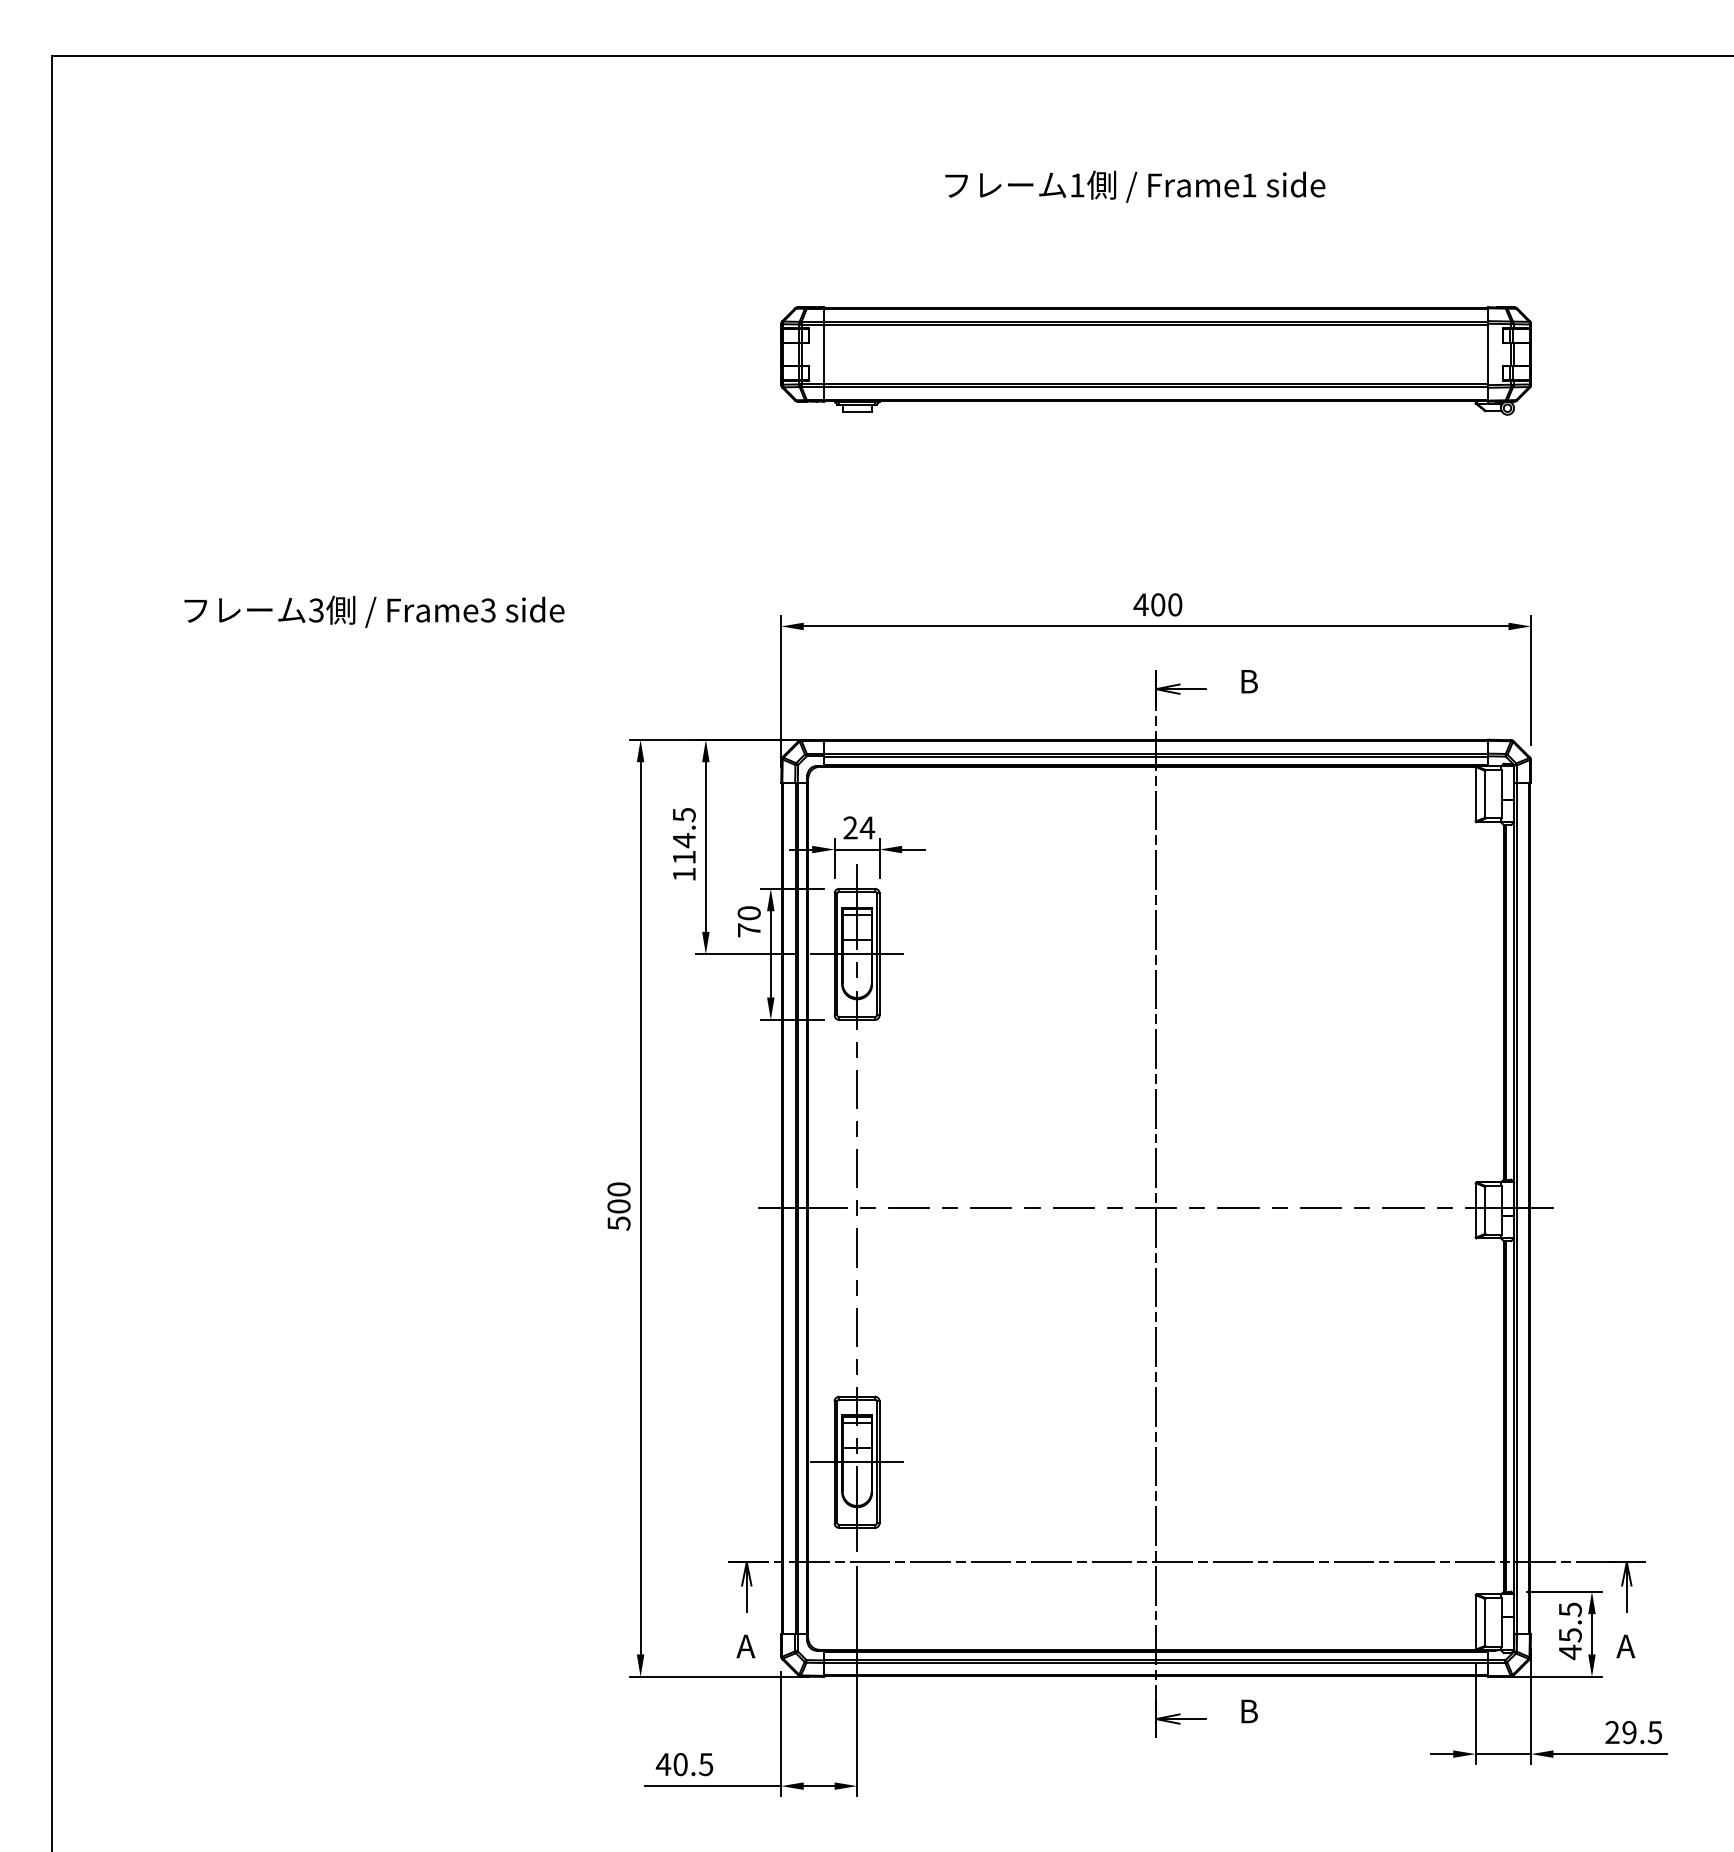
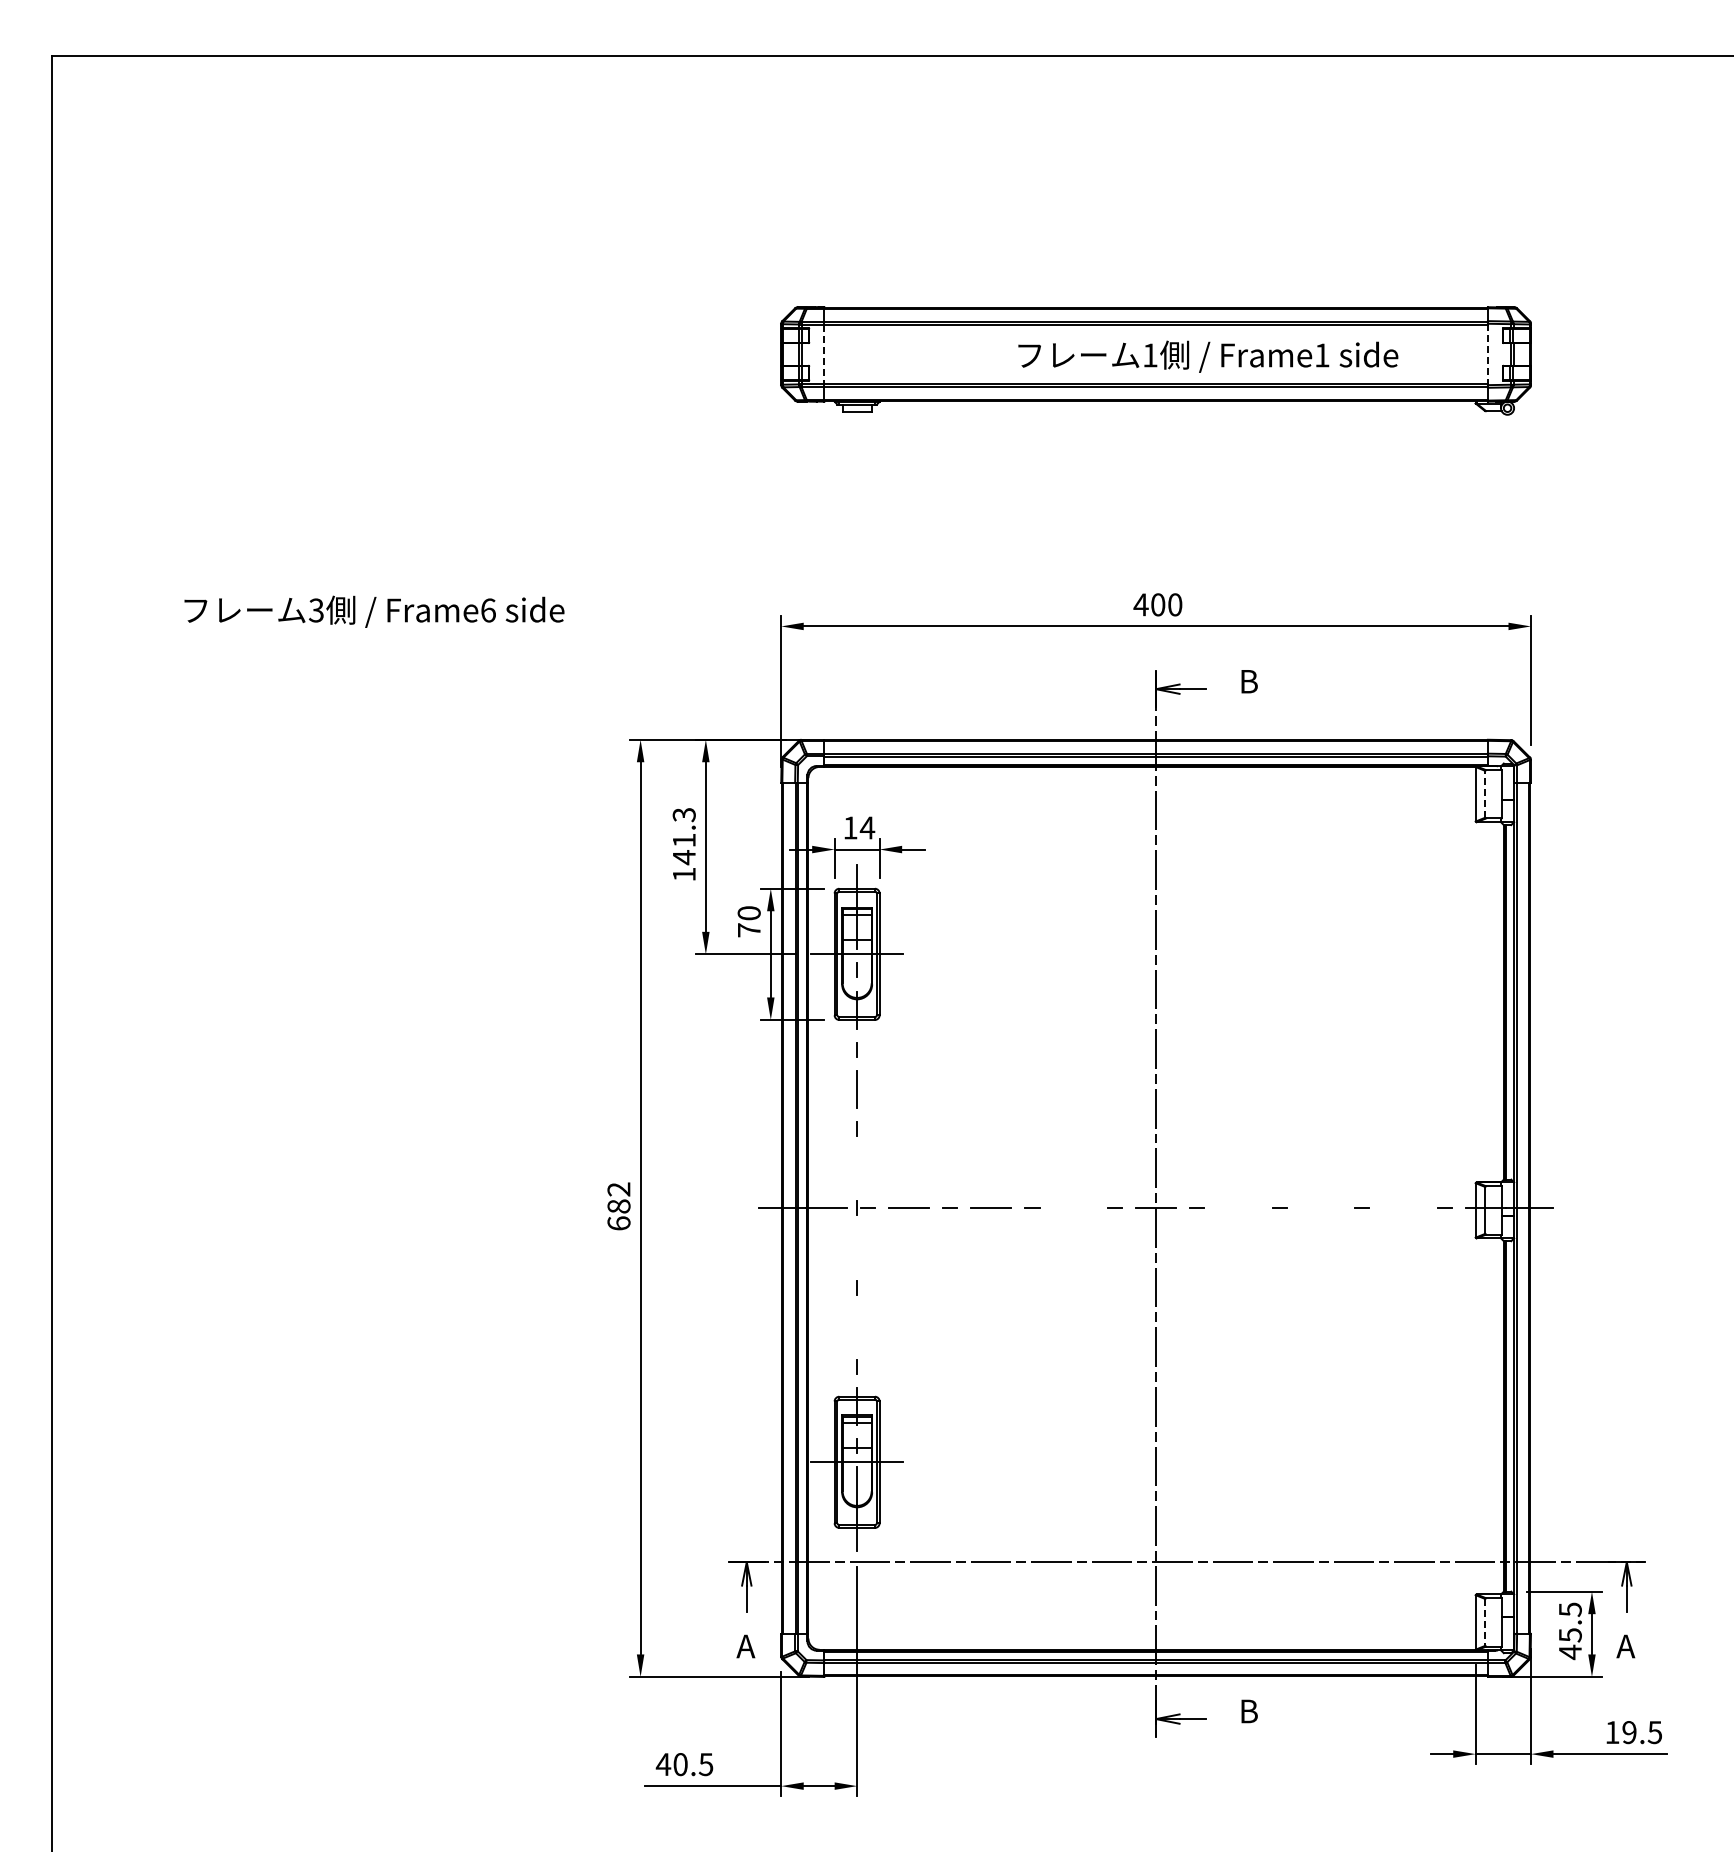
text at (1135, 186) position: (1135, 186) -> (1208, 356)
line at (824, 354): solid -> dashed
line at (1487, 354): solid -> dashed
text at (487, 610): Frame3 -> Frame6
line at (1485, 793): solid -> dashed
text at (850, 827): 24 -> 14
text at (683, 836): 114.5 -> 141.3
line at (857, 1168): present -> none
text at (618, 1206): 500 -> 682
line at (1238, 1207): present -> none
line at (1073, 1208): present -> none
line at (1320, 1208): present -> none
line at (1403, 1208): present -> none
line at (857, 1247): present -> none
line at (857, 1326): present -> none
line at (1485, 1622): solid -> dashed
text at (1612, 1732): 29.5 -> 19.5
